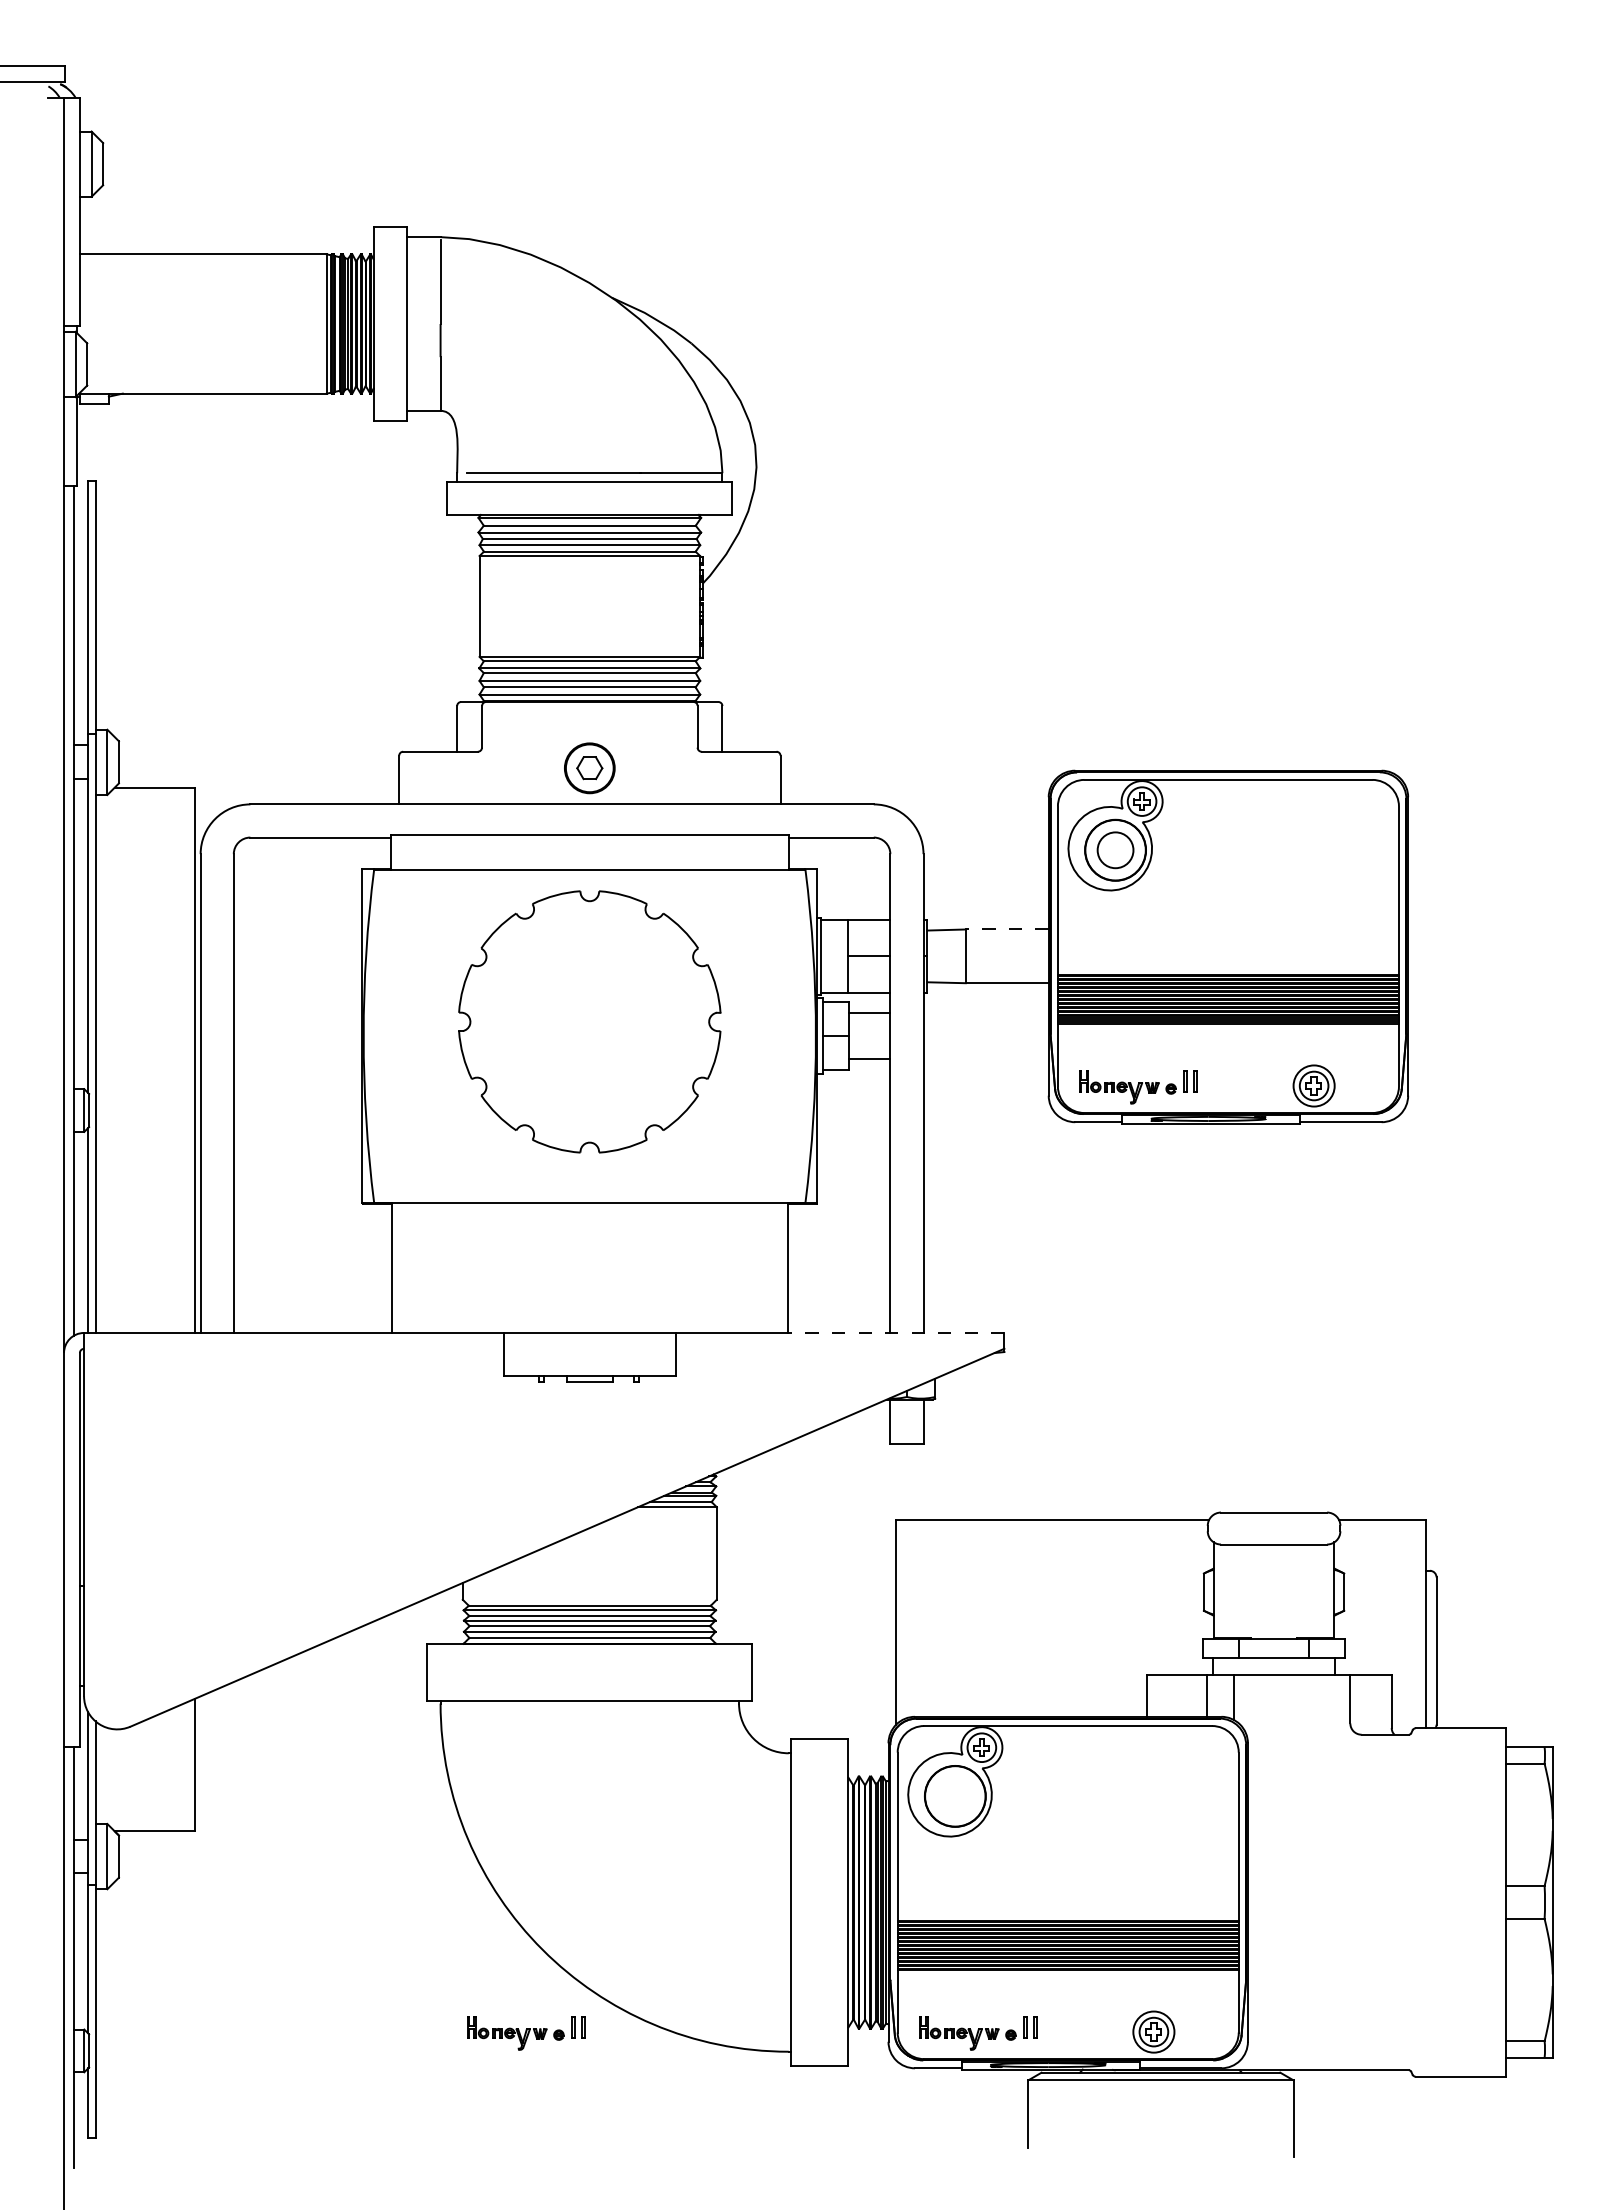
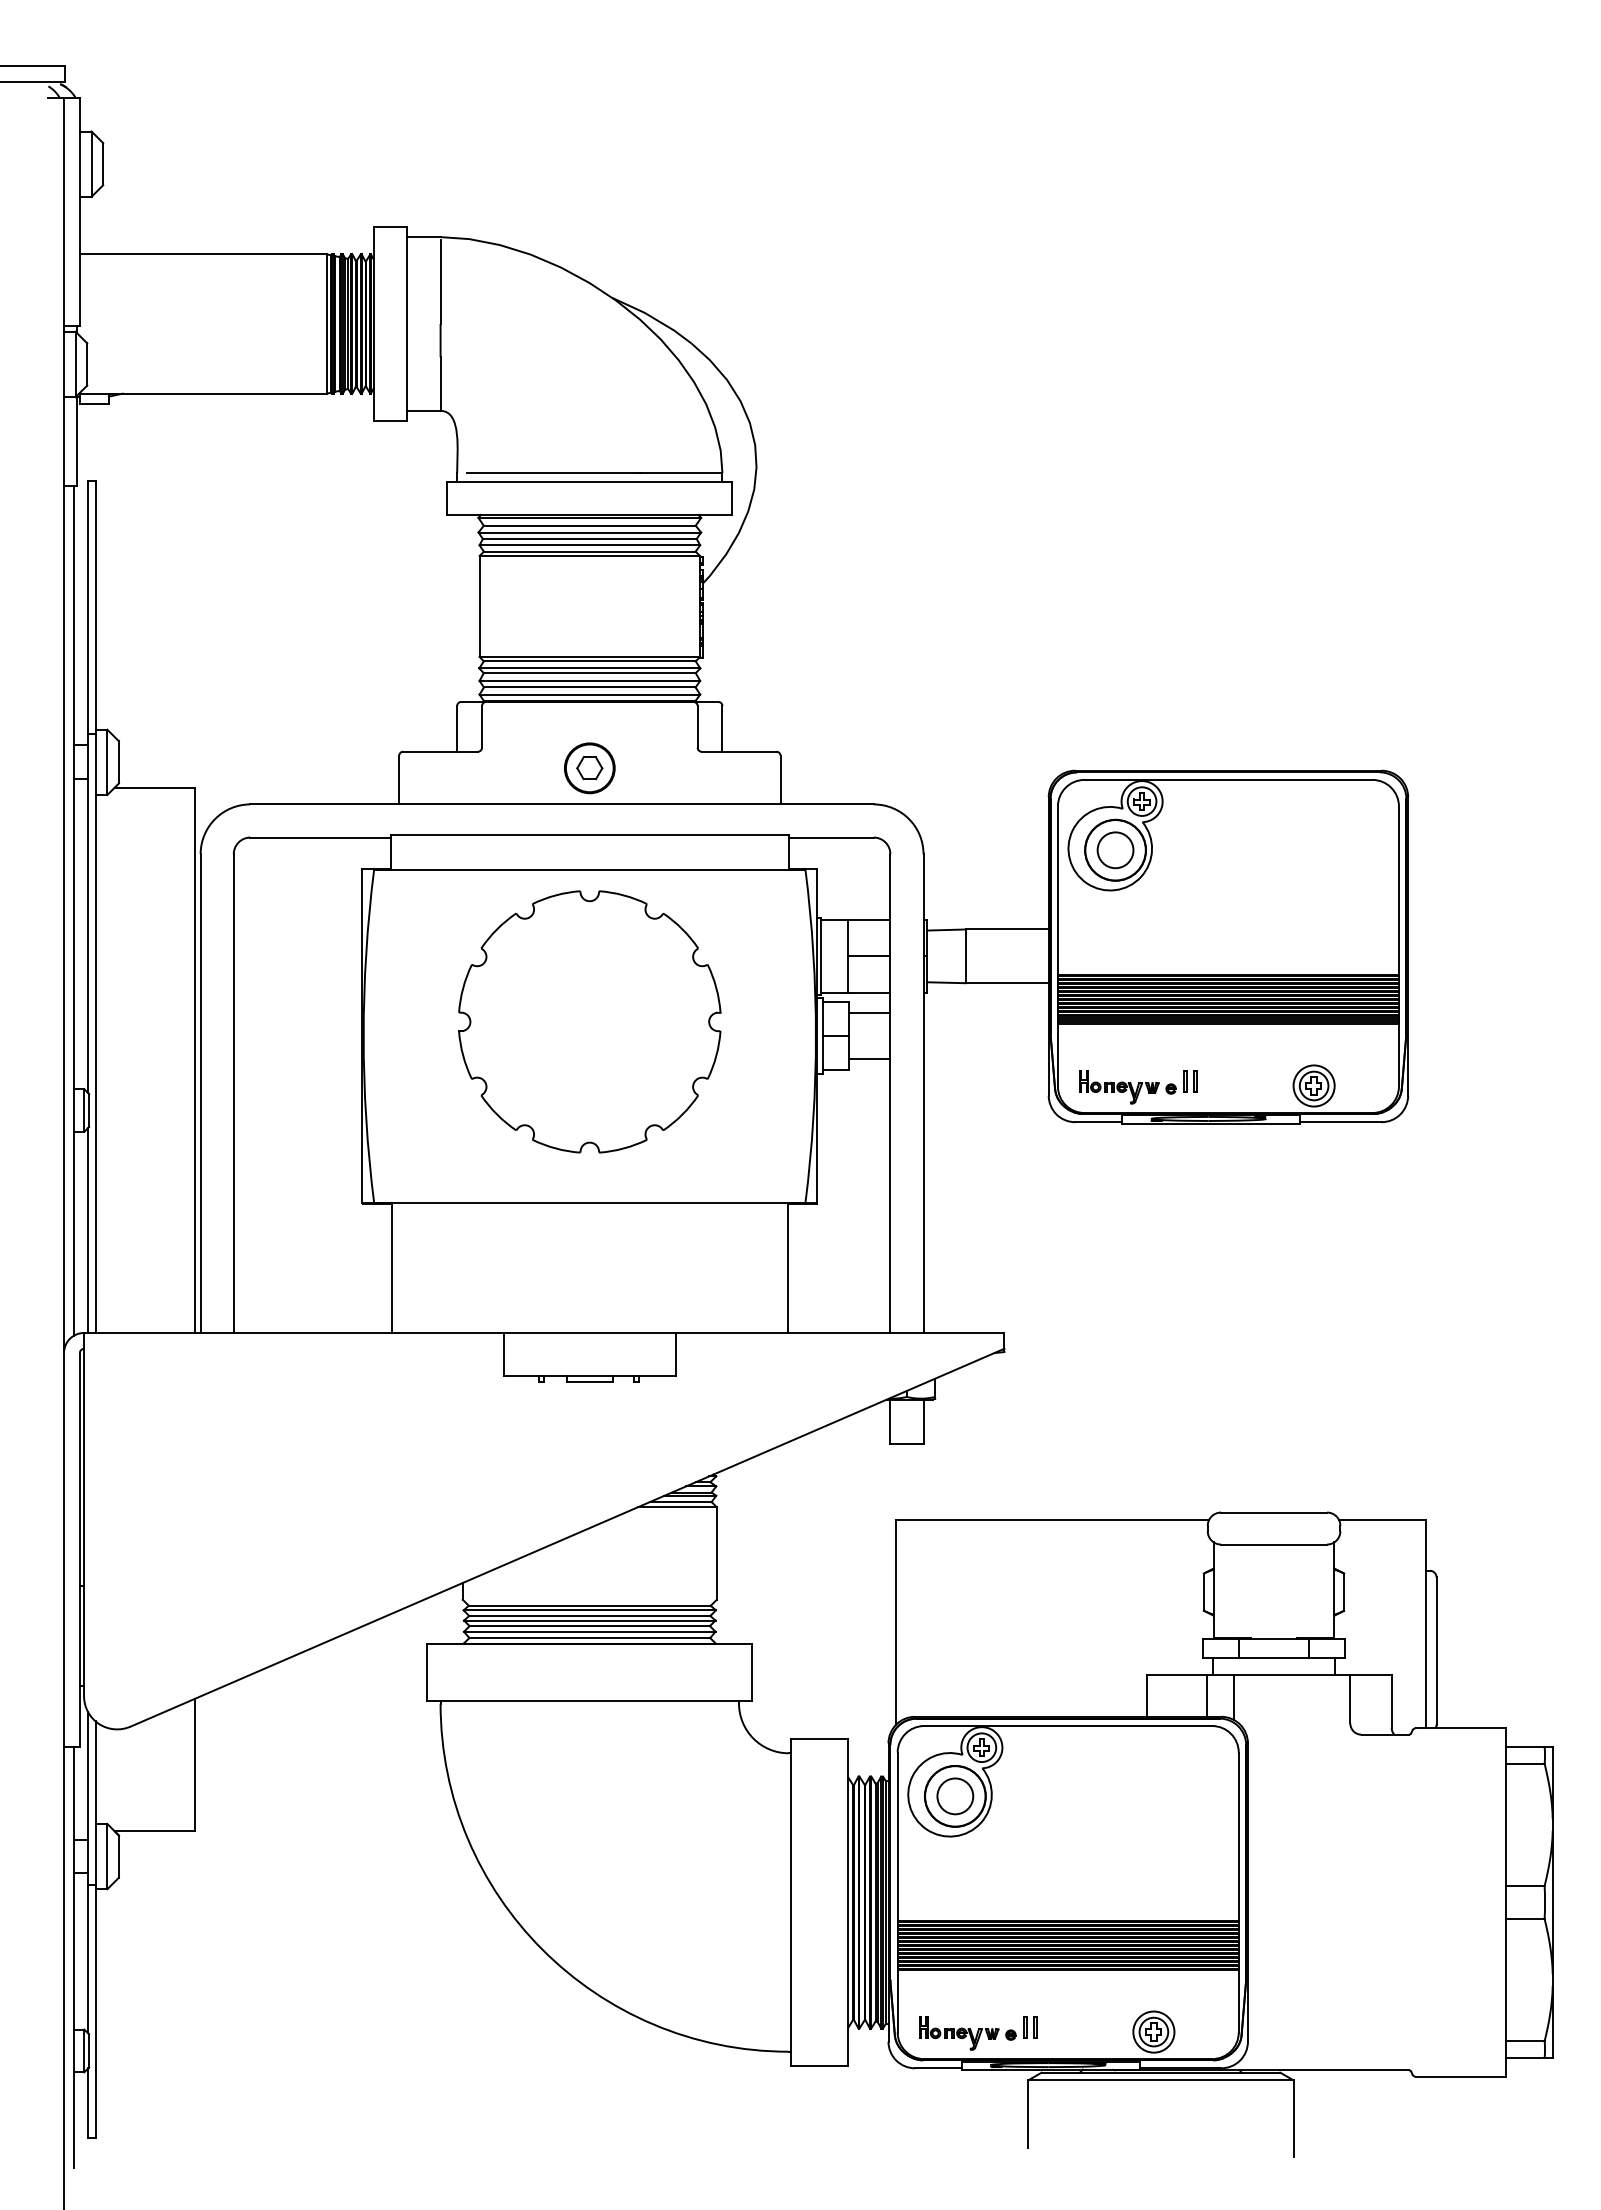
line at (1006, 929): dashed -> solid
line at (895, 1332): dashed -> solid
circle at (955, 1796): none -> present
part at (526, 2033): present -> none
